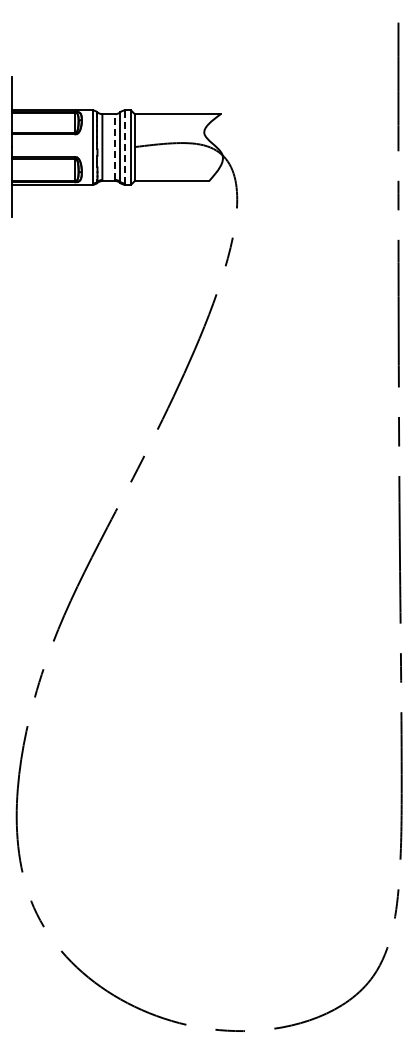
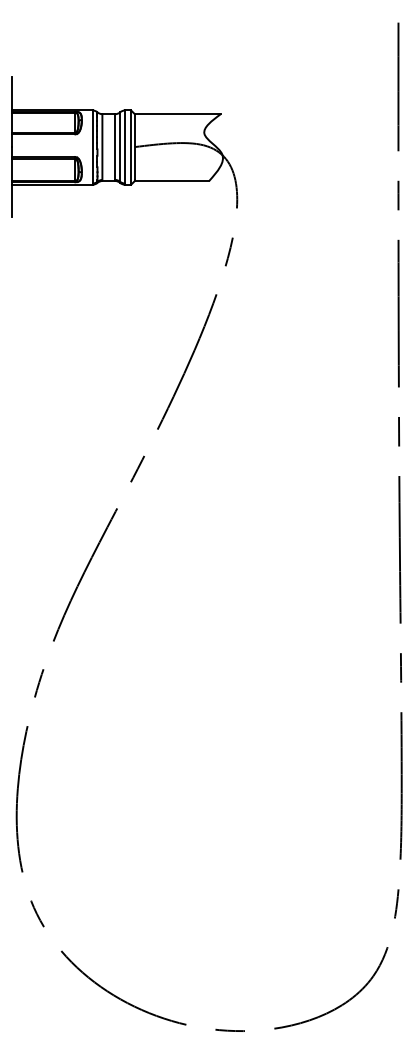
line at (115, 147): dashed -> solid
line at (125, 147): dashed -> solid
